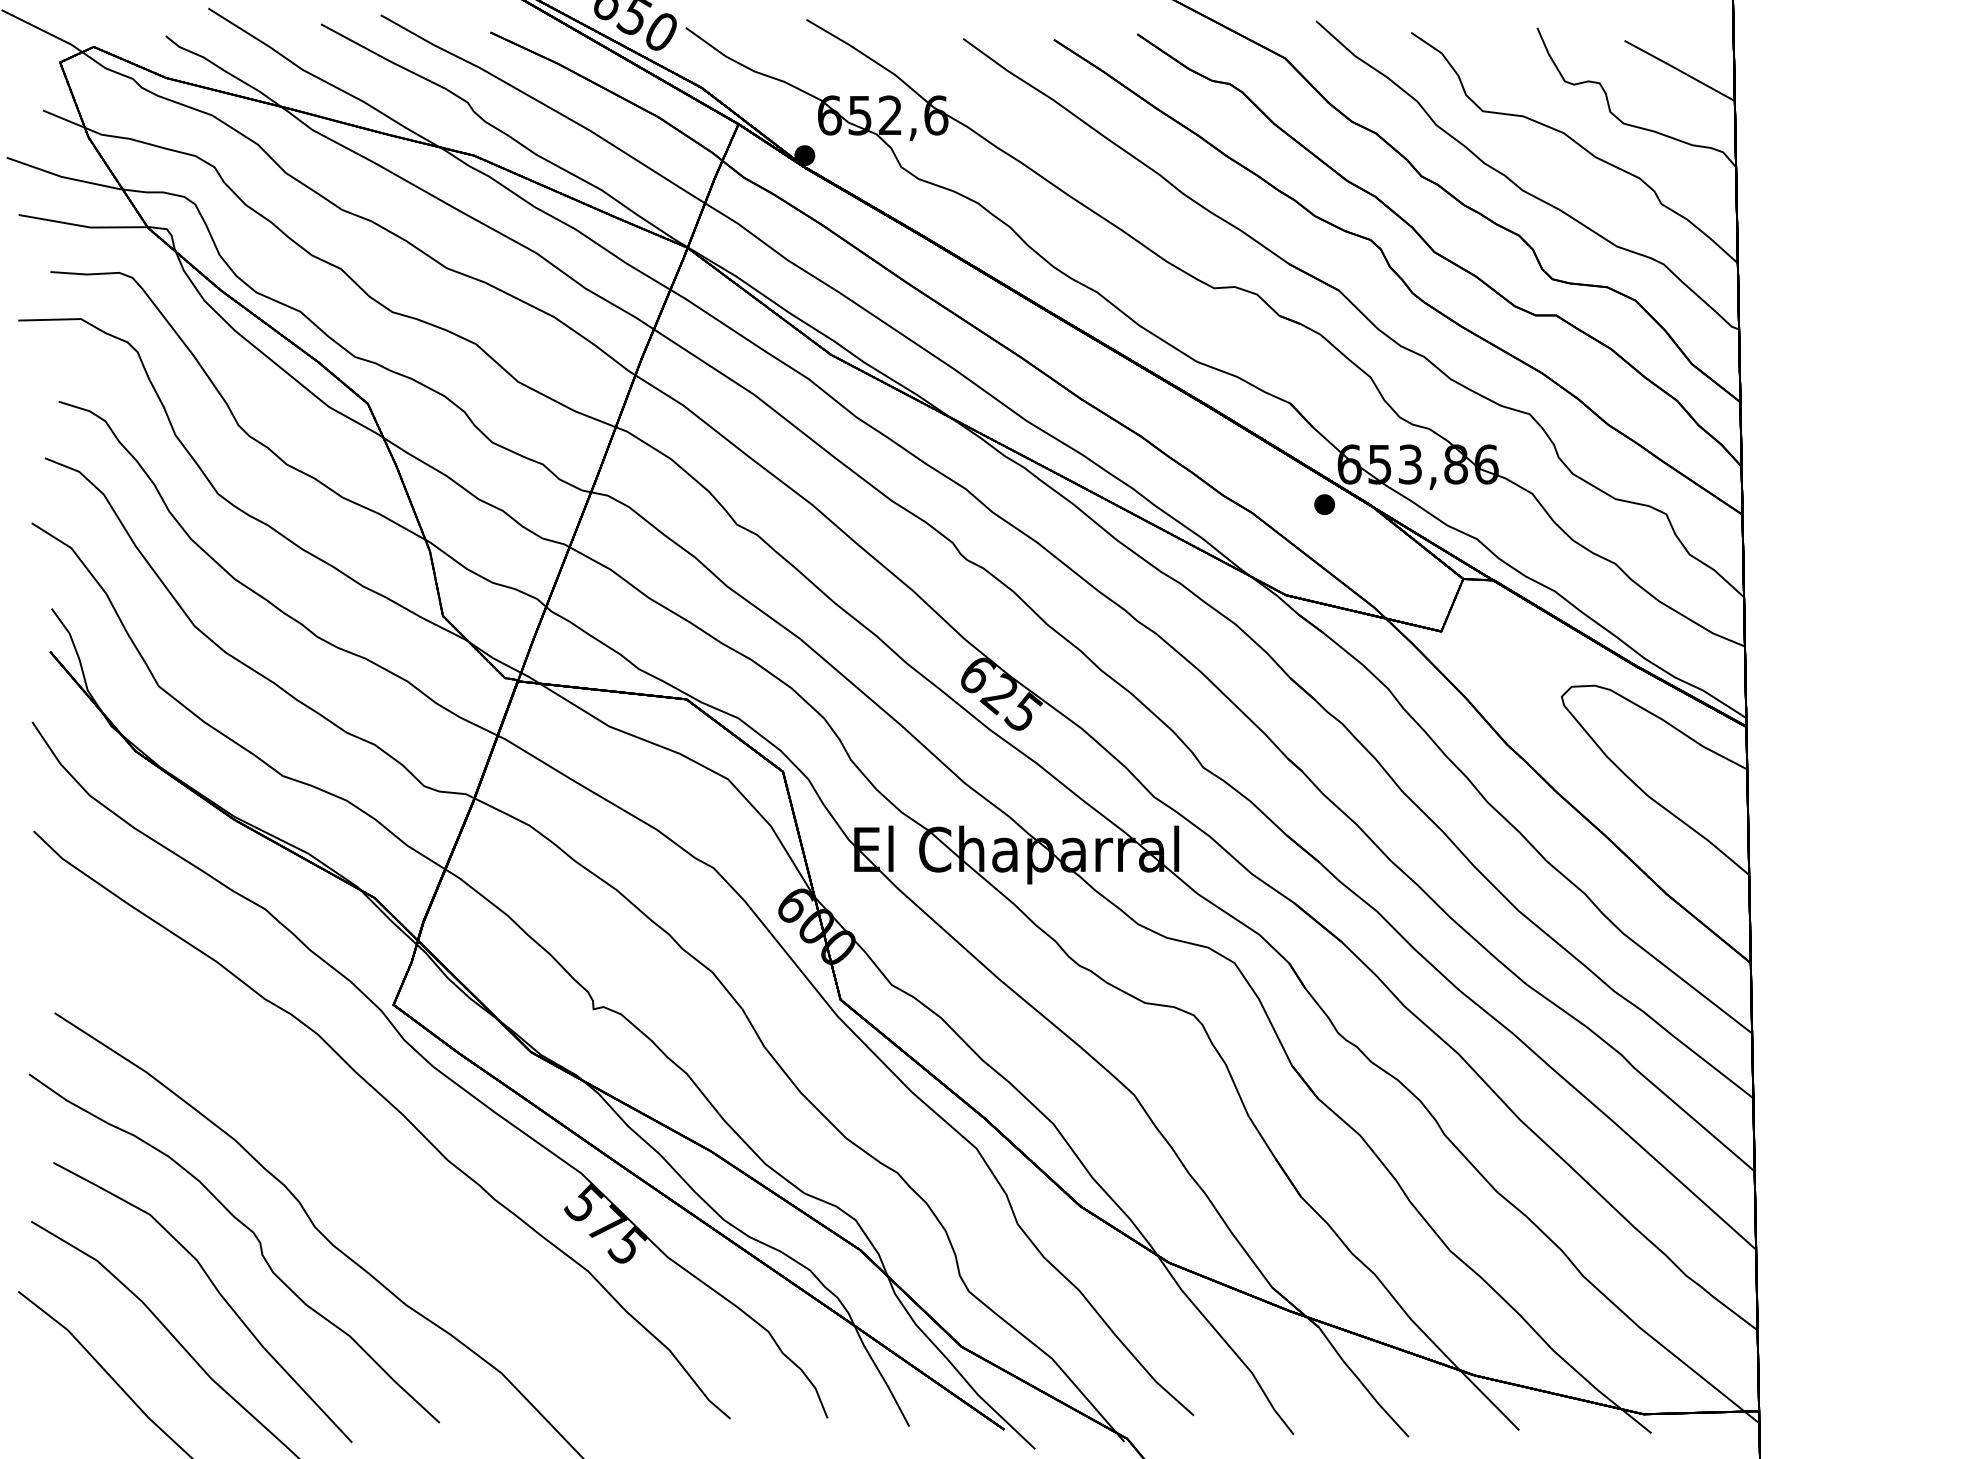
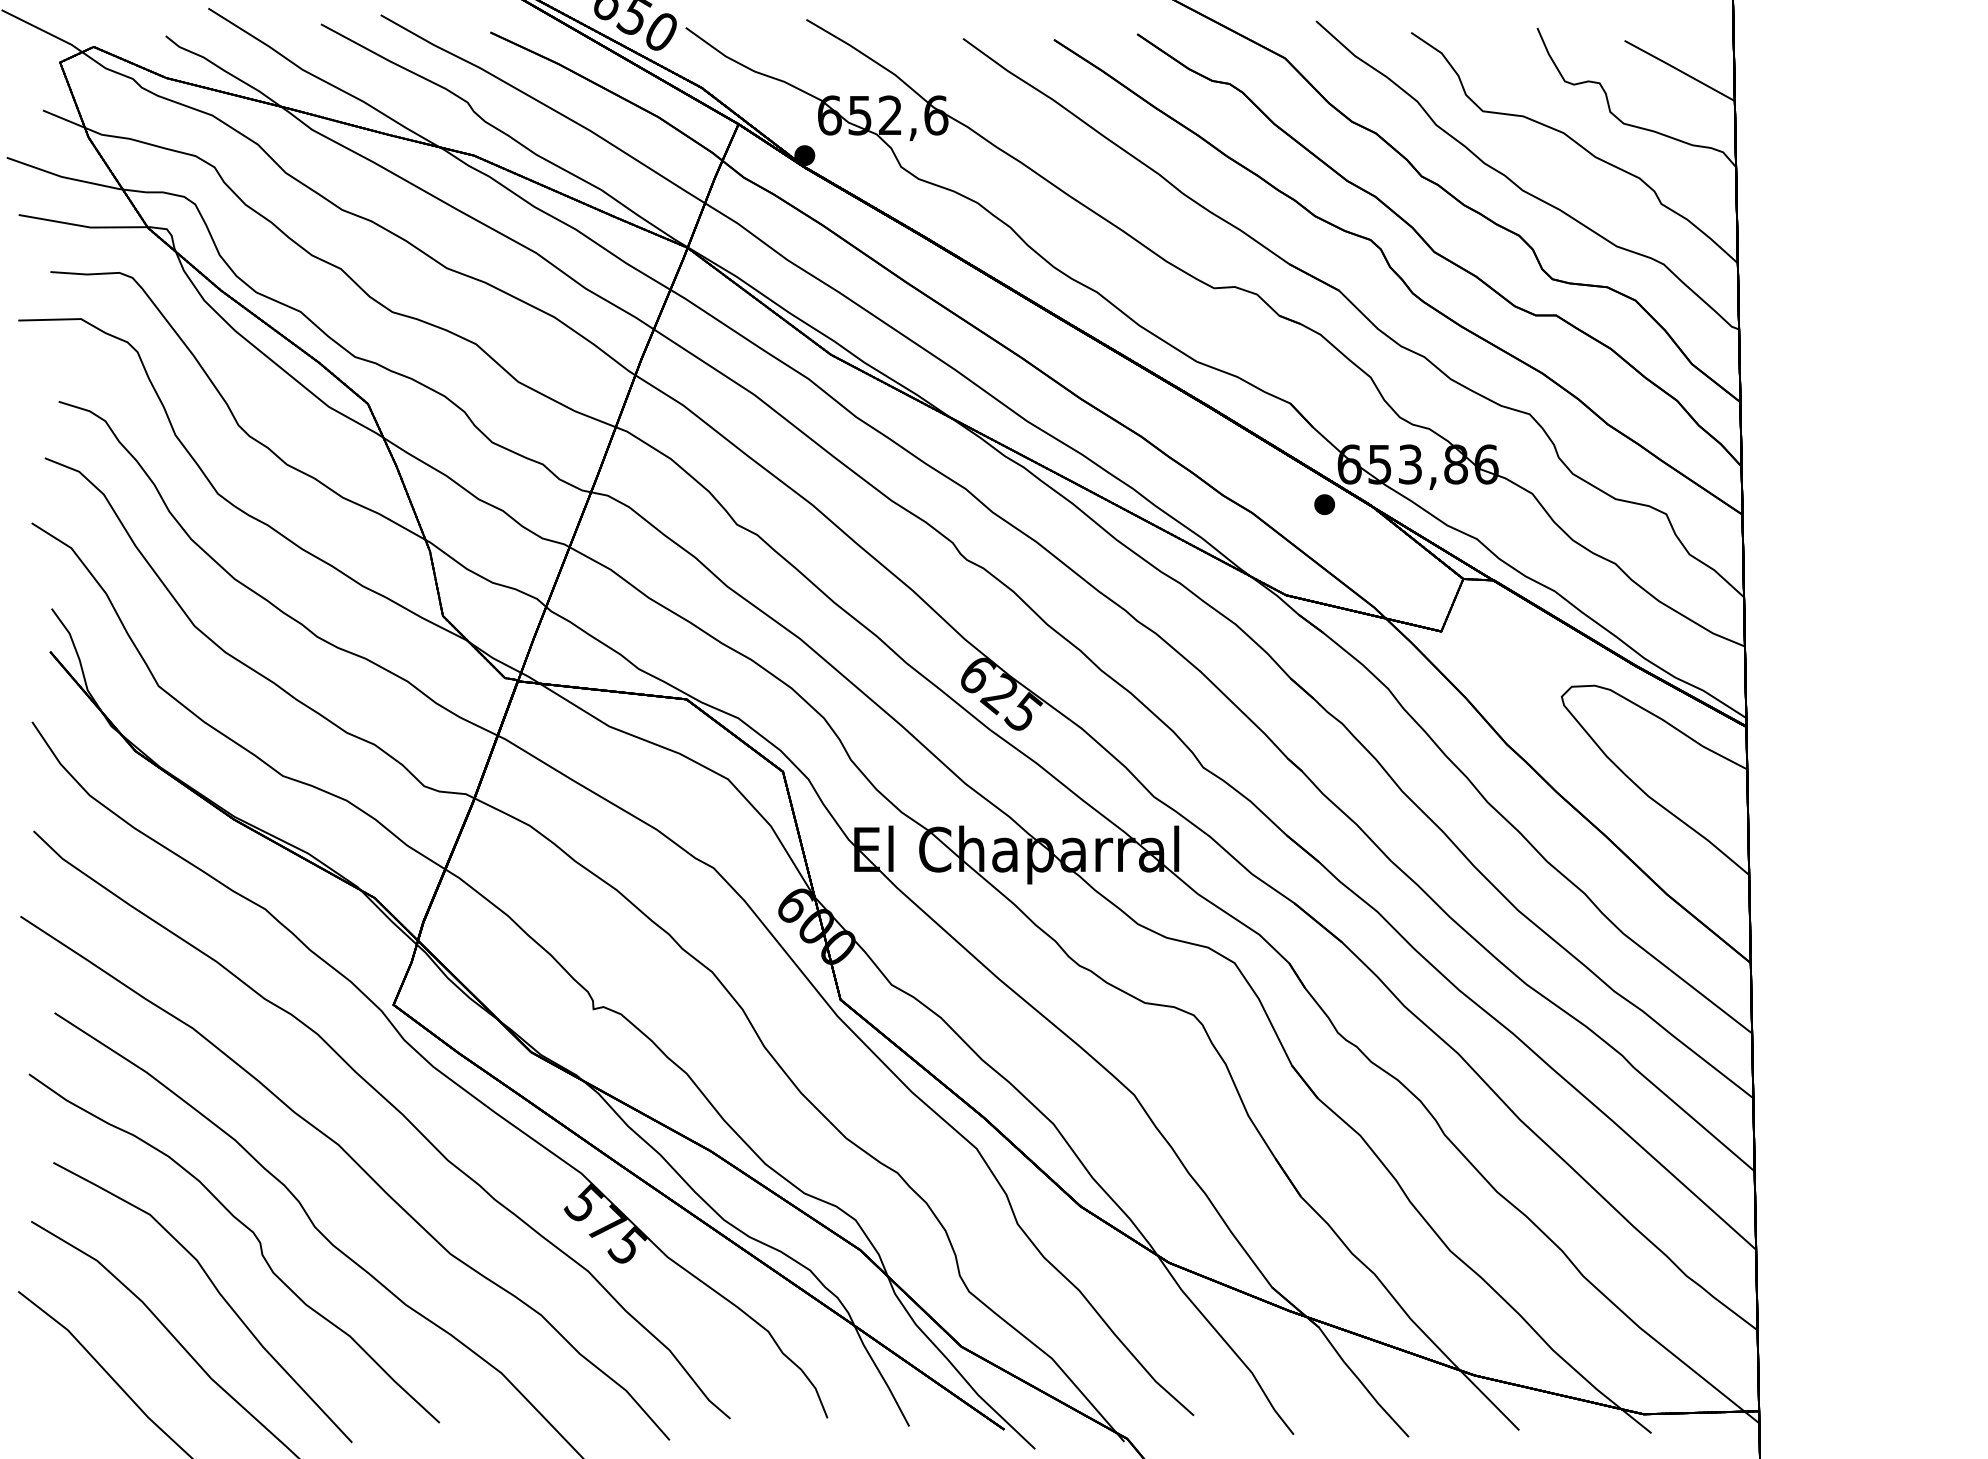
part at (357, 1165): none -> present
